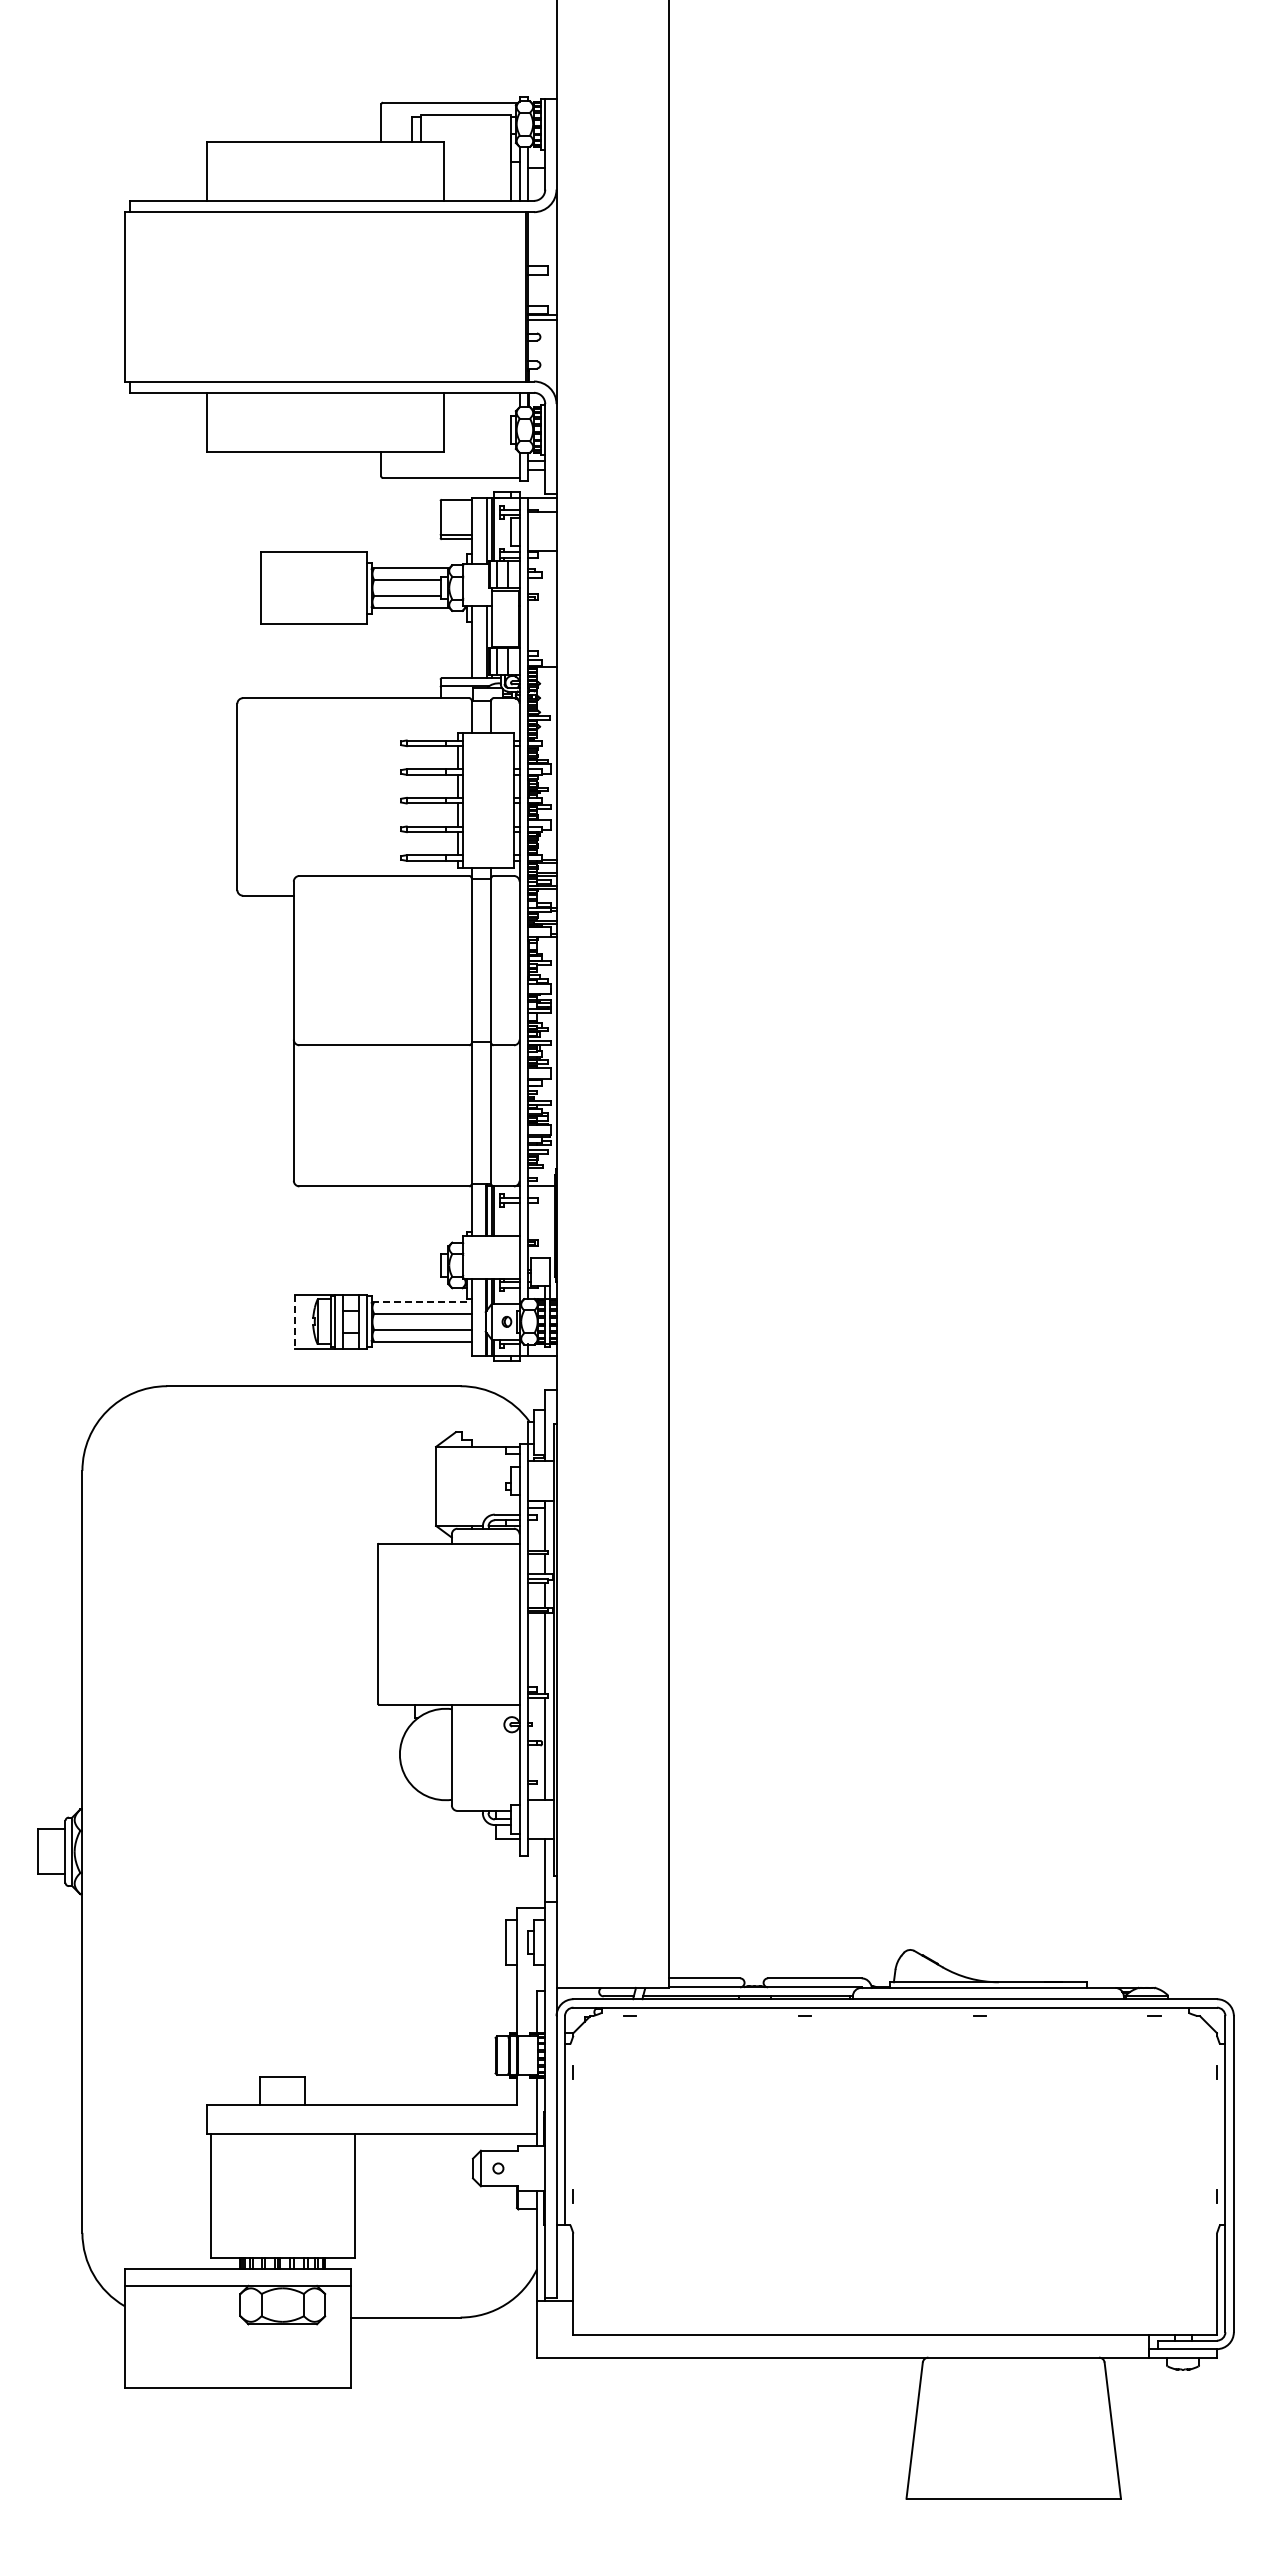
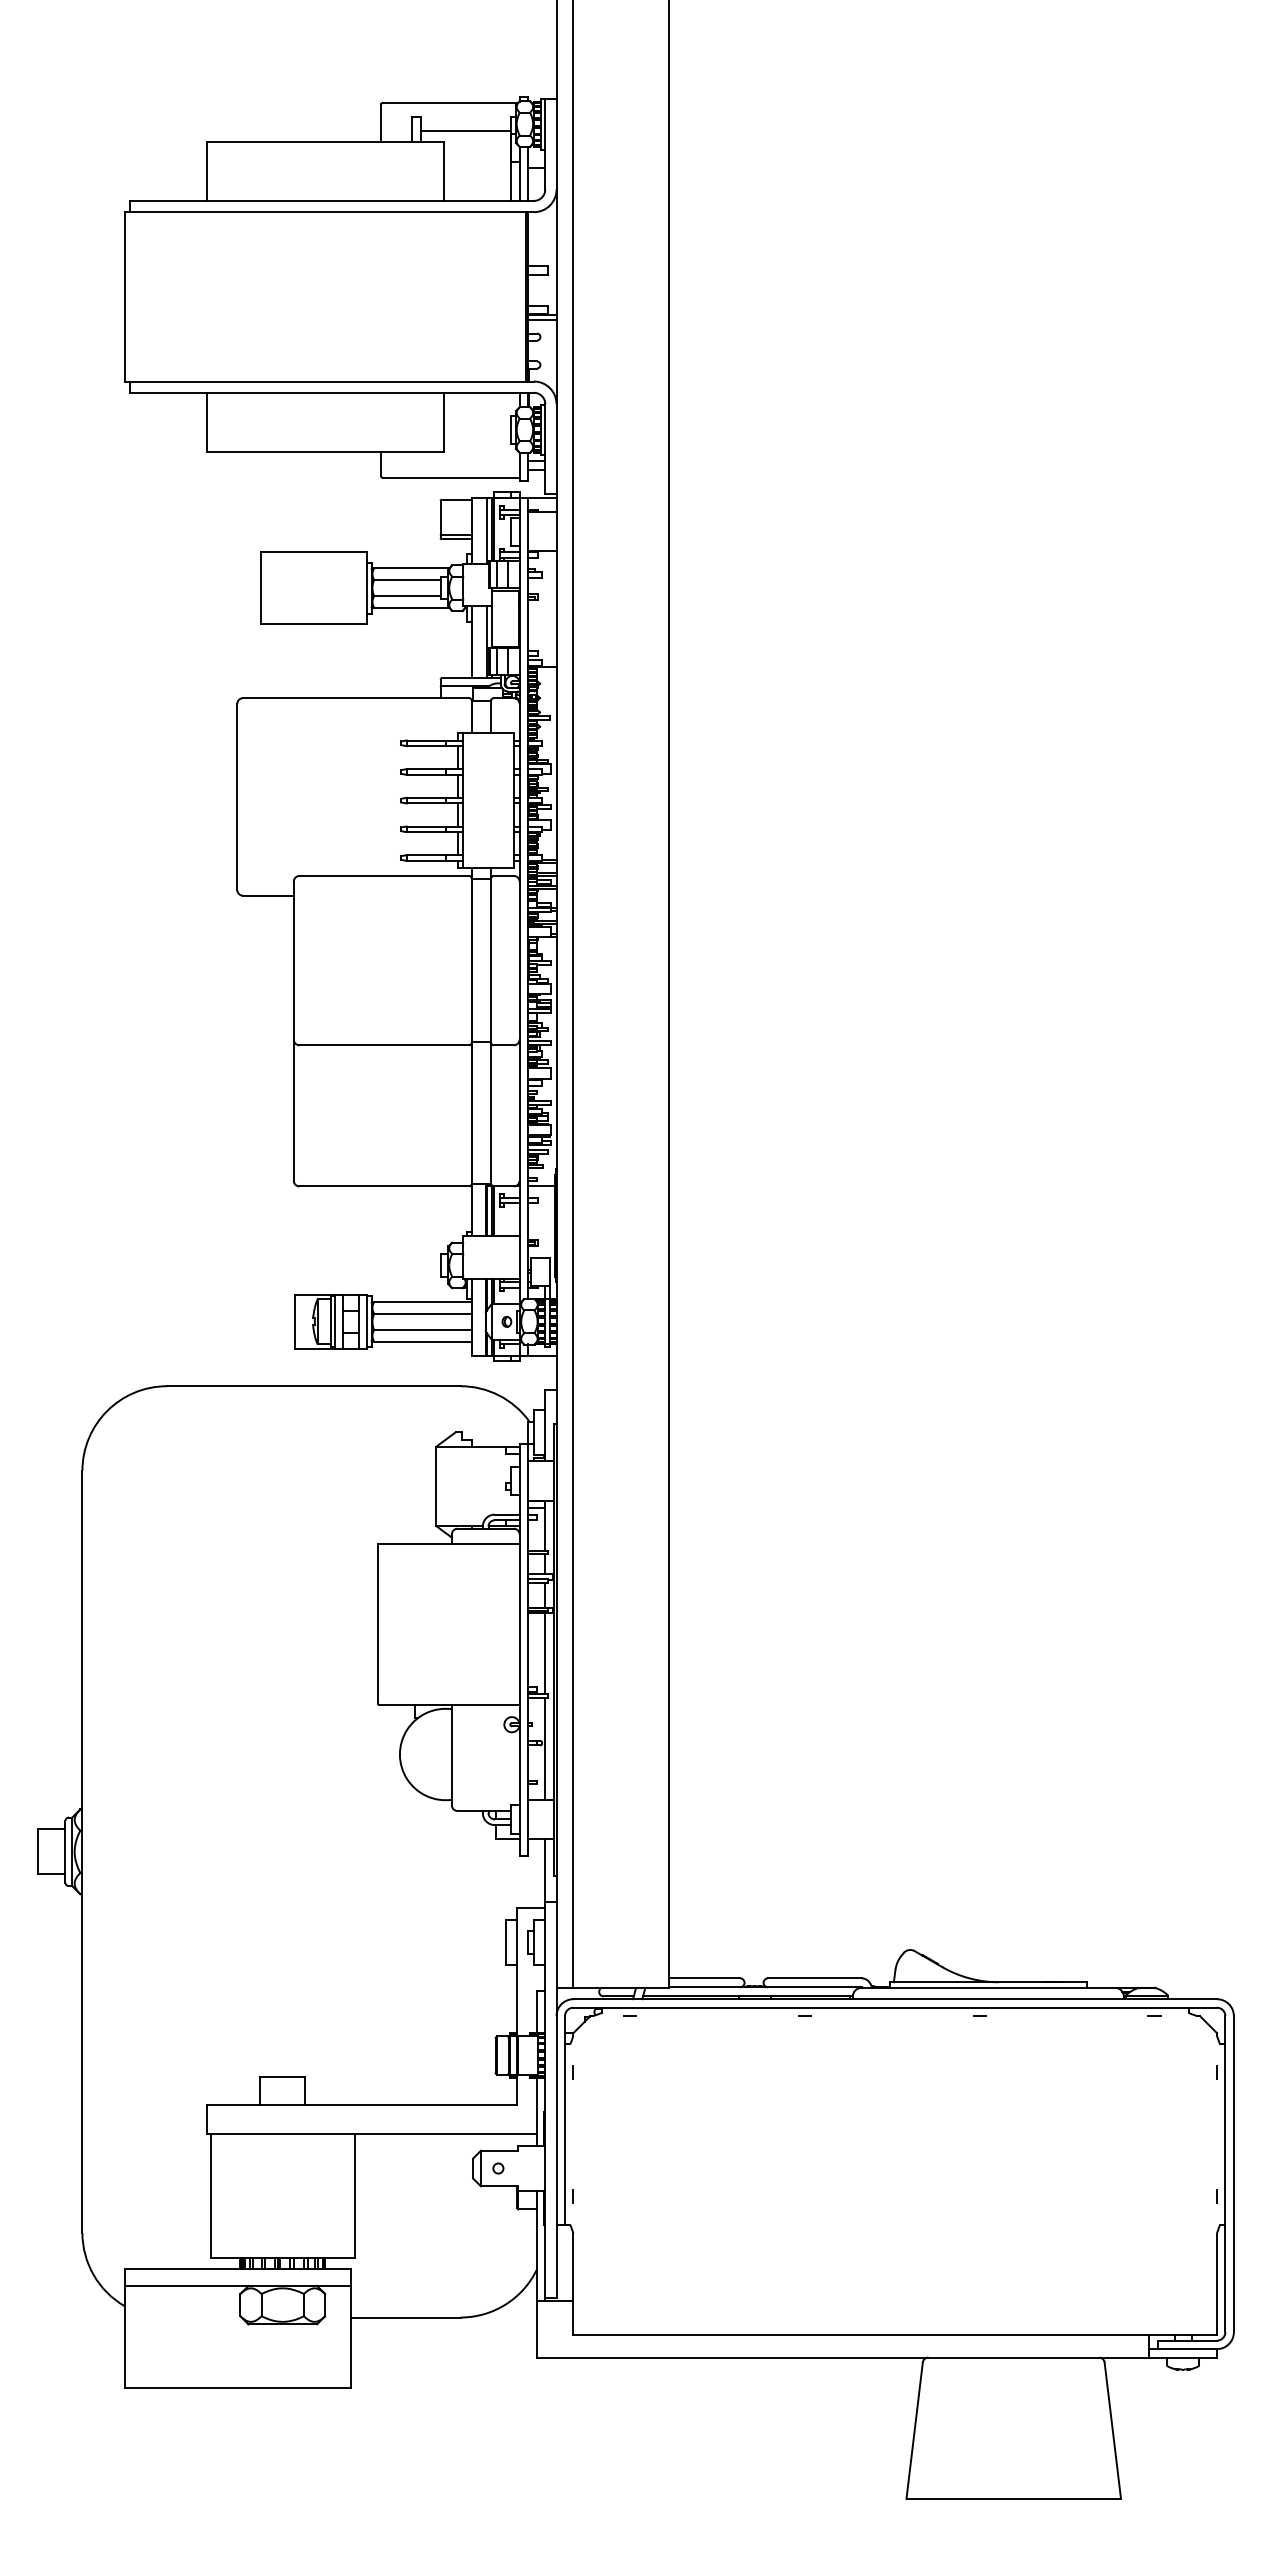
line at (465, 114) position: (465, 114) -> (465, 130)
line at (573, 994): none -> present
line at (422, 1302): dashed -> solid
line at (294, 1321): dashed -> solid
